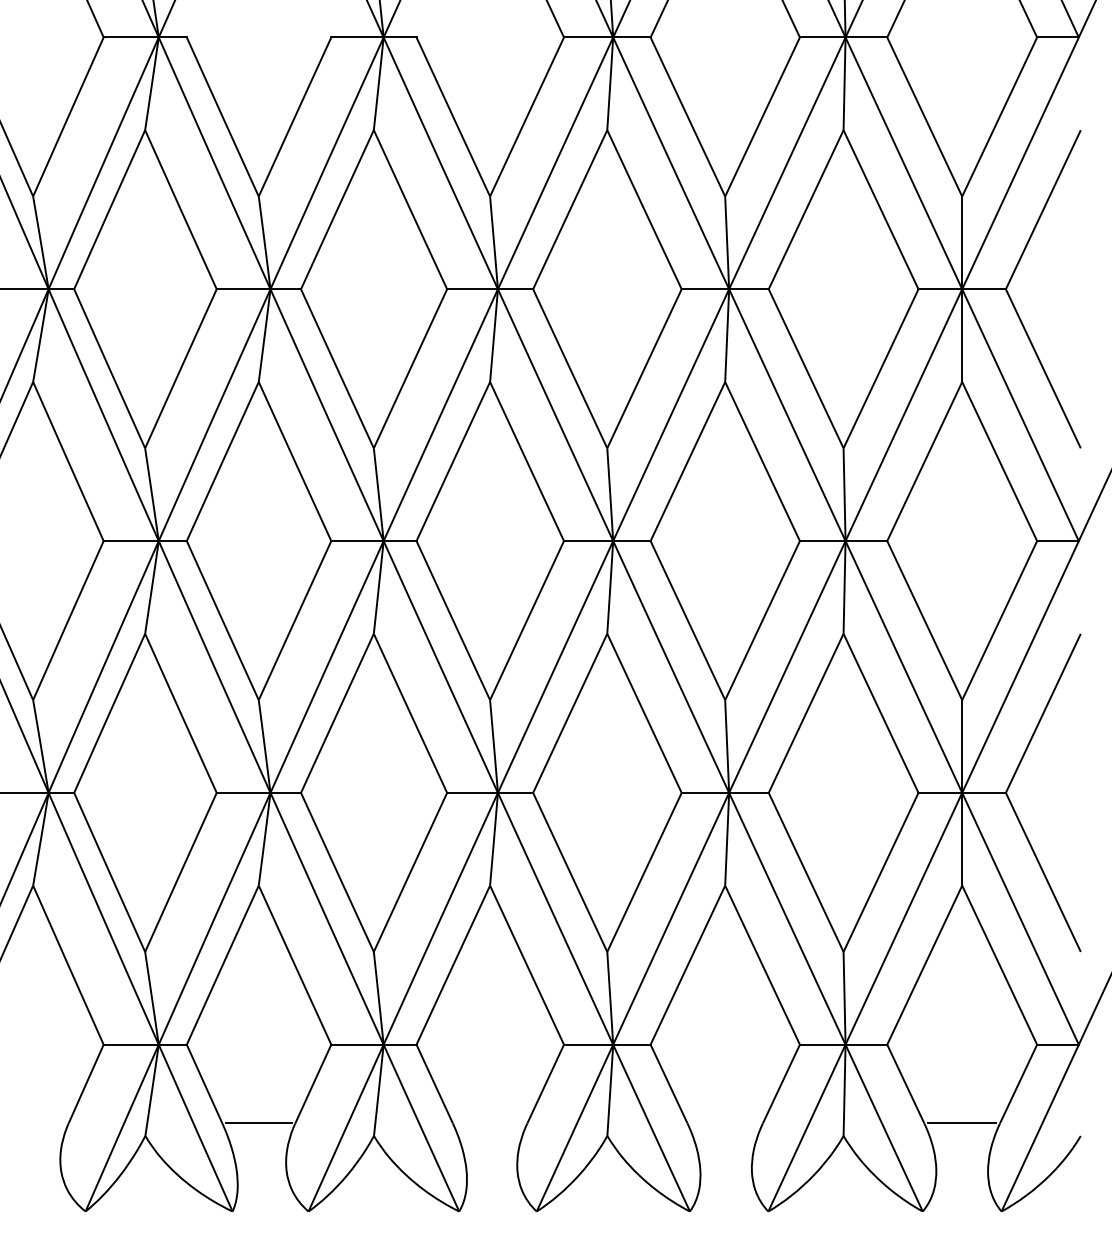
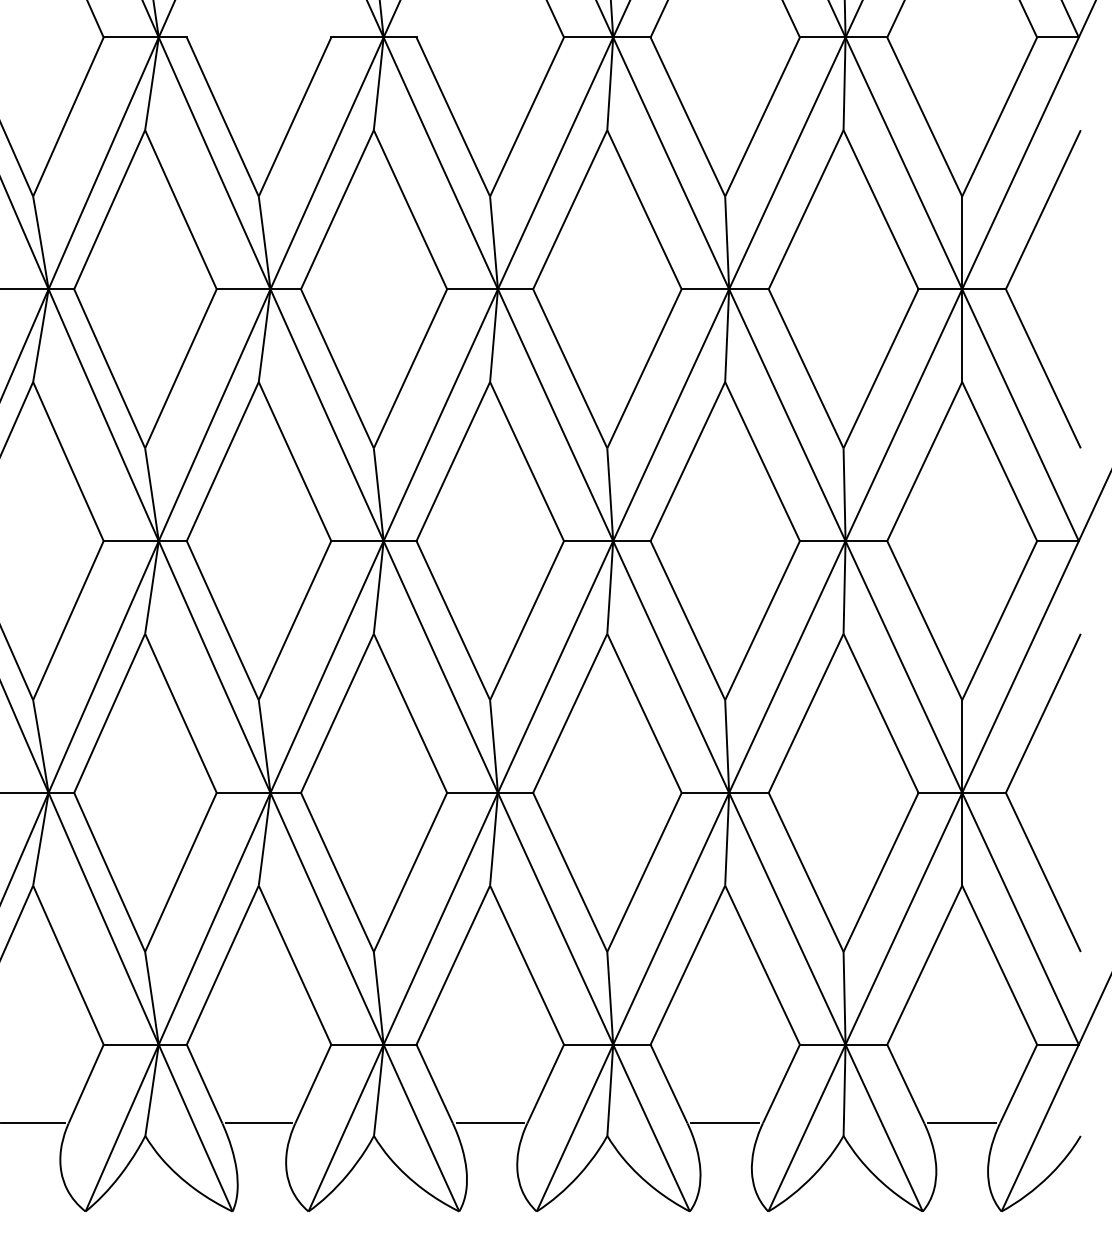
line at (33, 1123): none -> present
line at (489, 1123): none -> present
line at (725, 1123): none -> present
